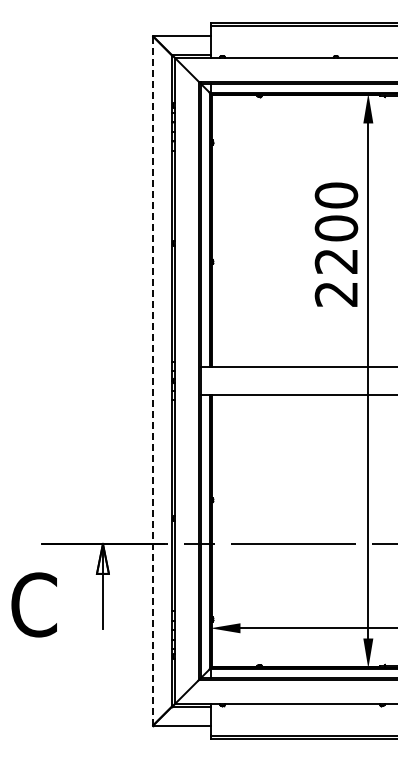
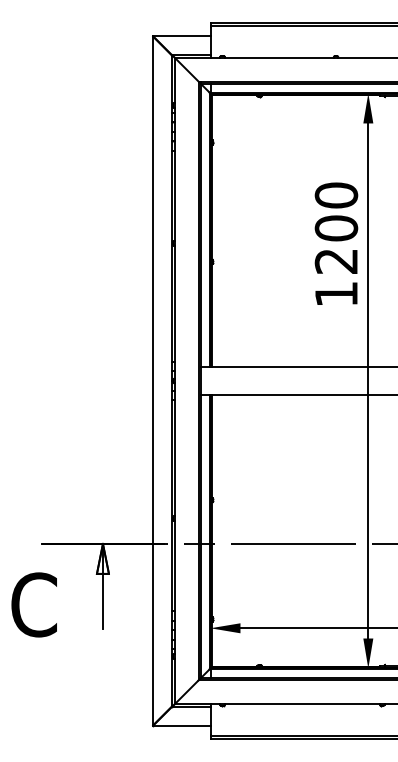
text at (335, 294): 2200 -> 1200
line at (152, 381): dashed -> solid
